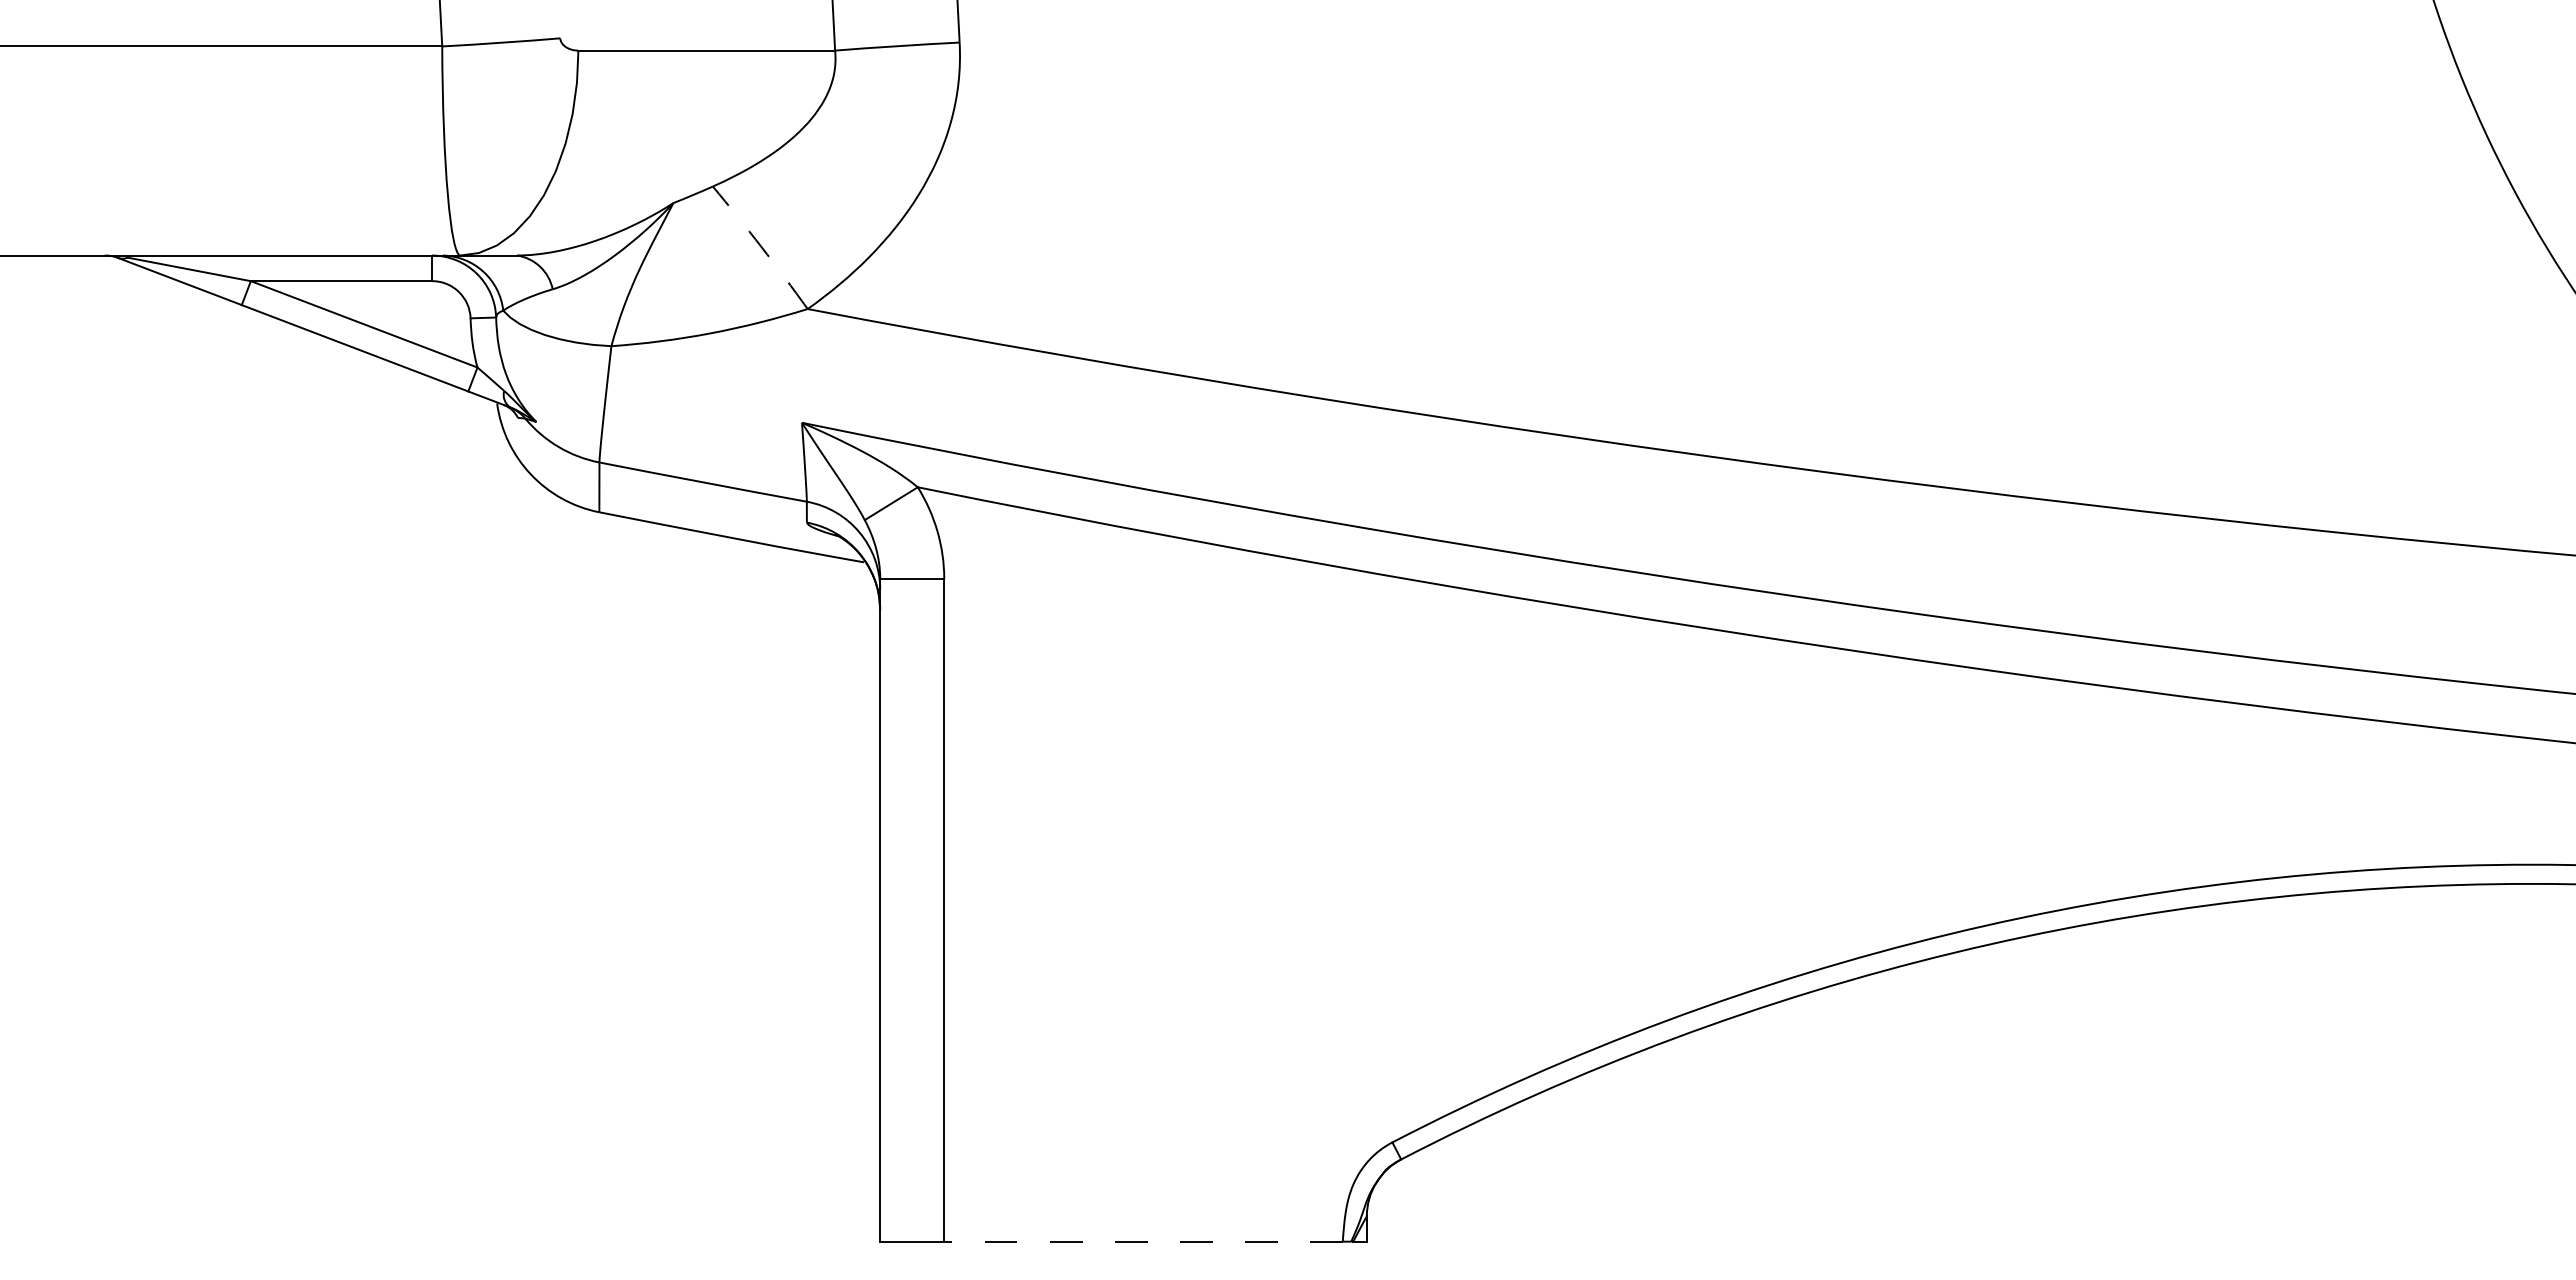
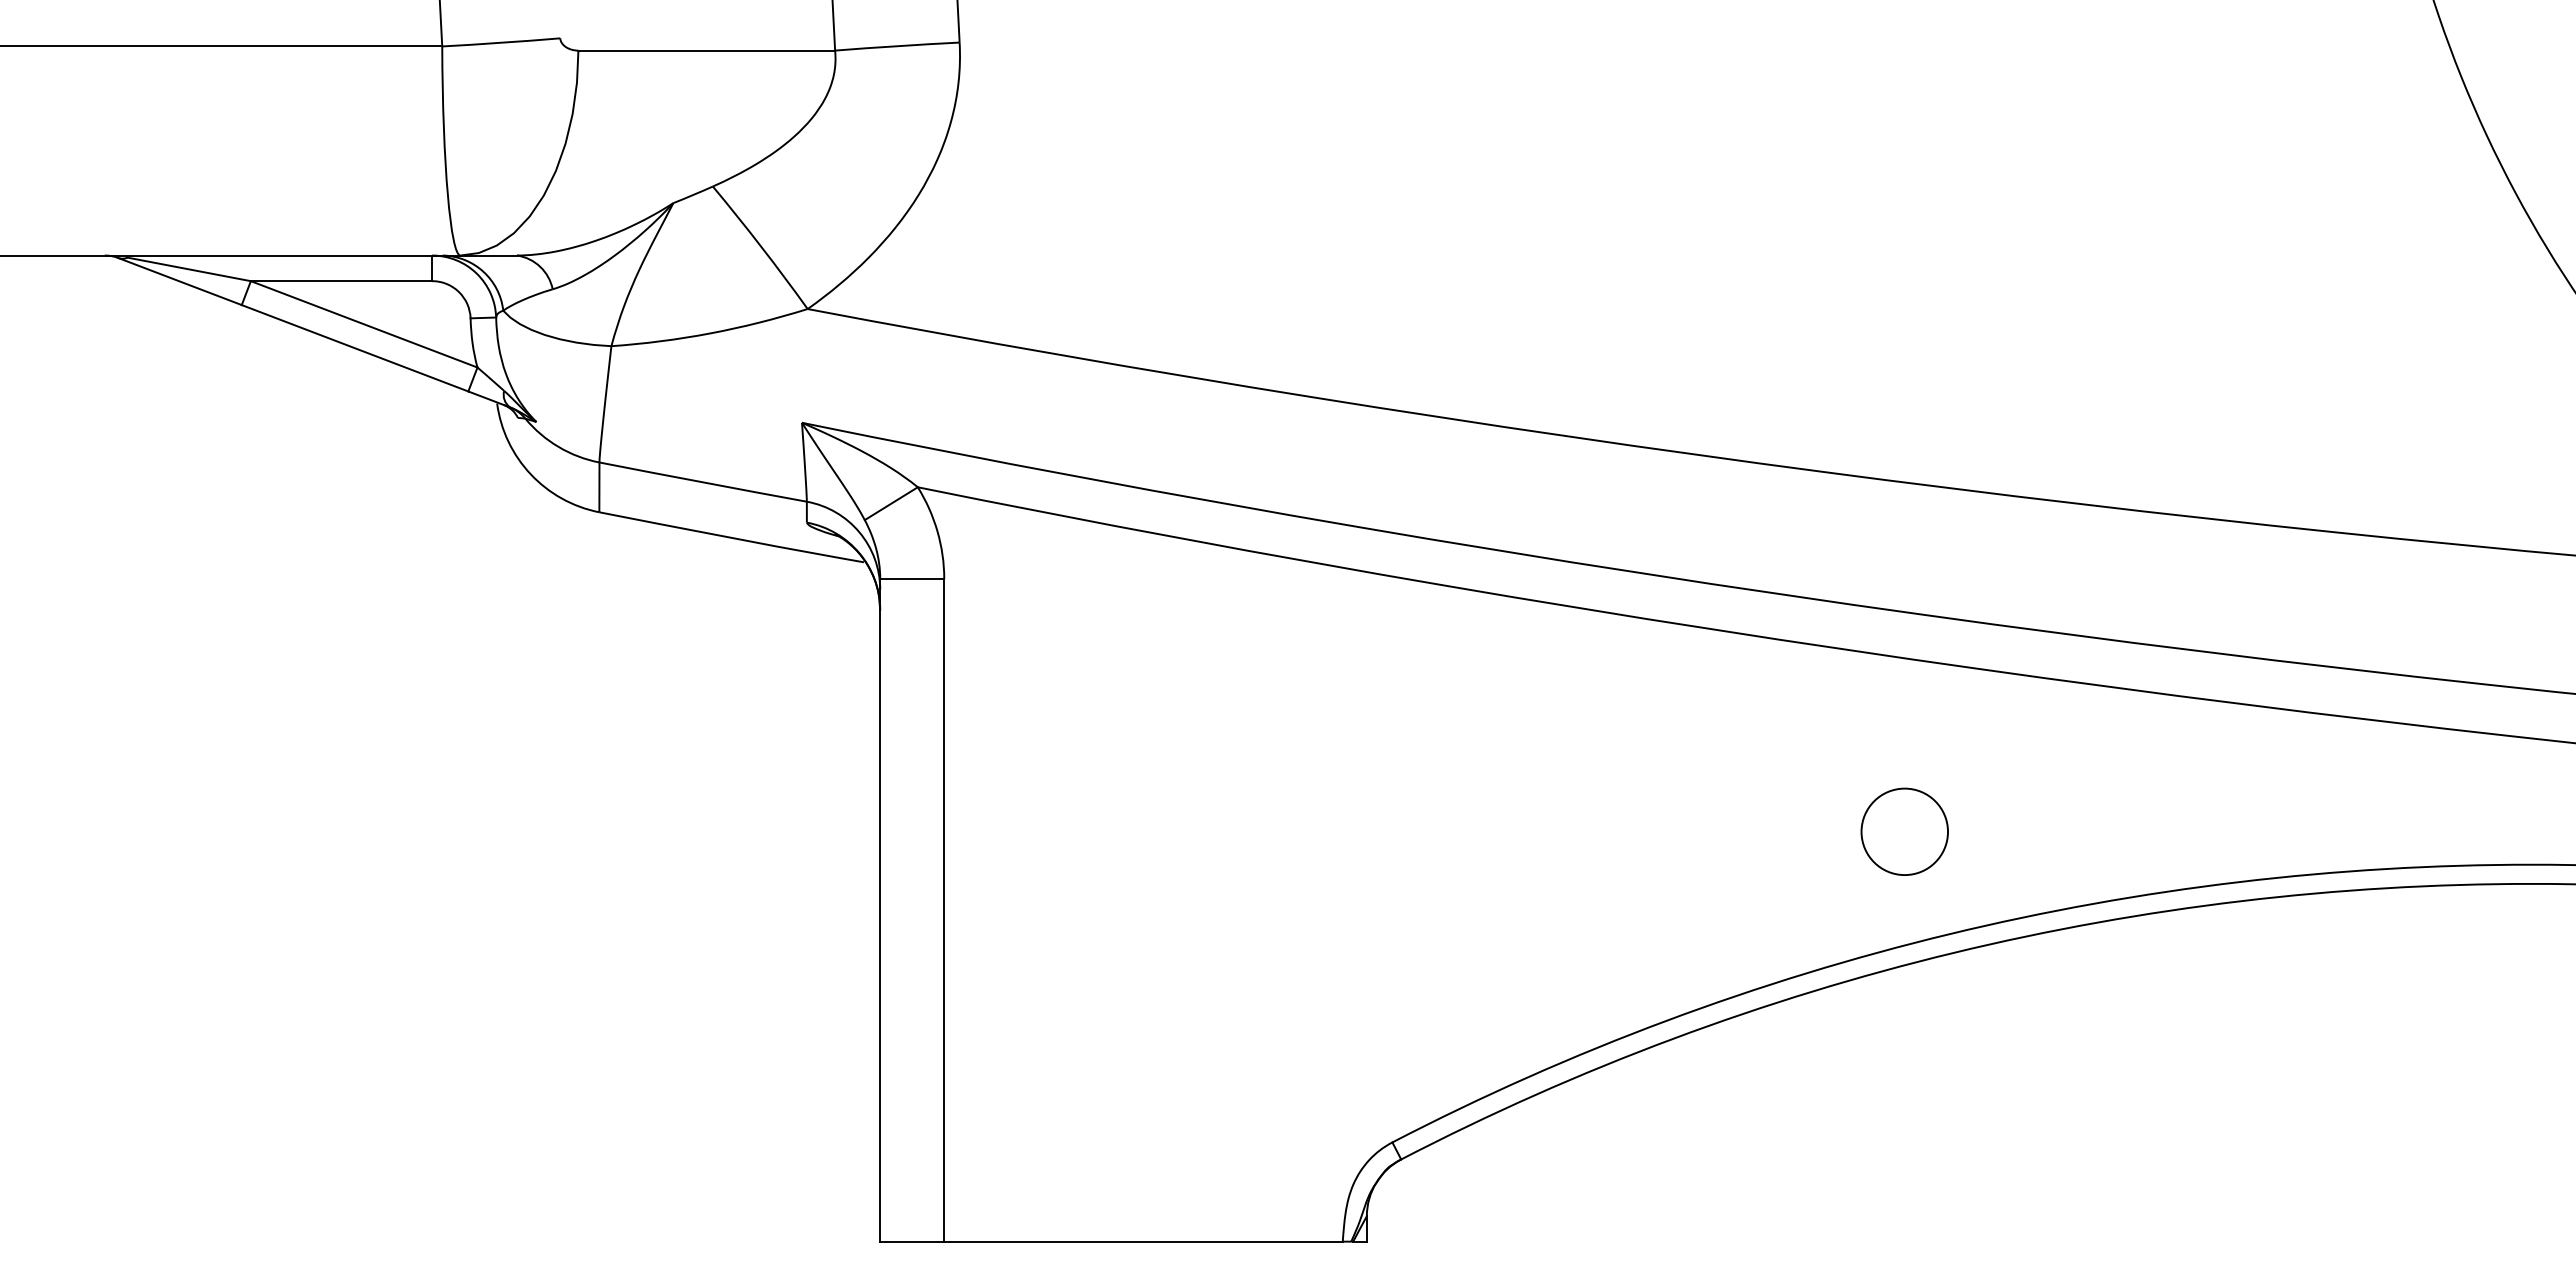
arc at (761, 246): dashed -> solid
circle at (1904, 831): none -> present
line at (1143, 1241): dashed -> solid
